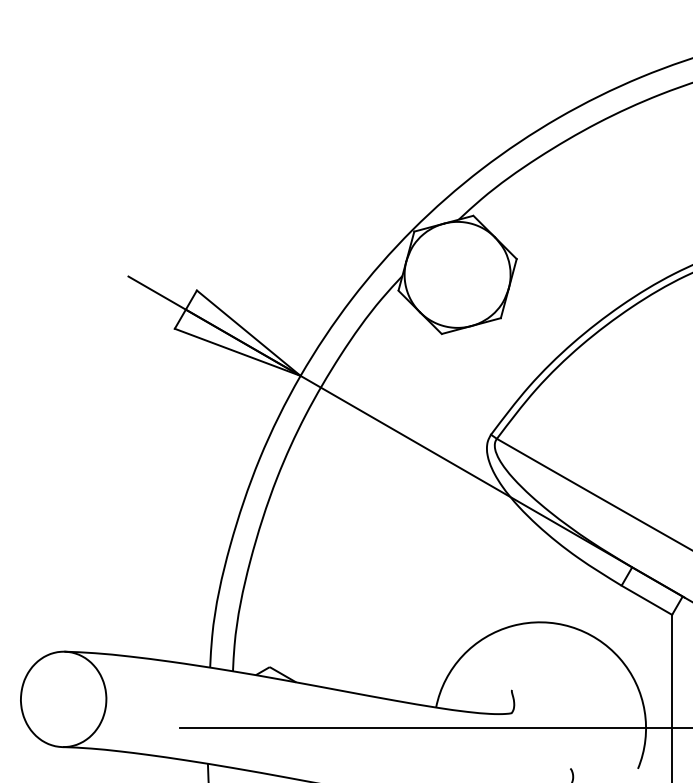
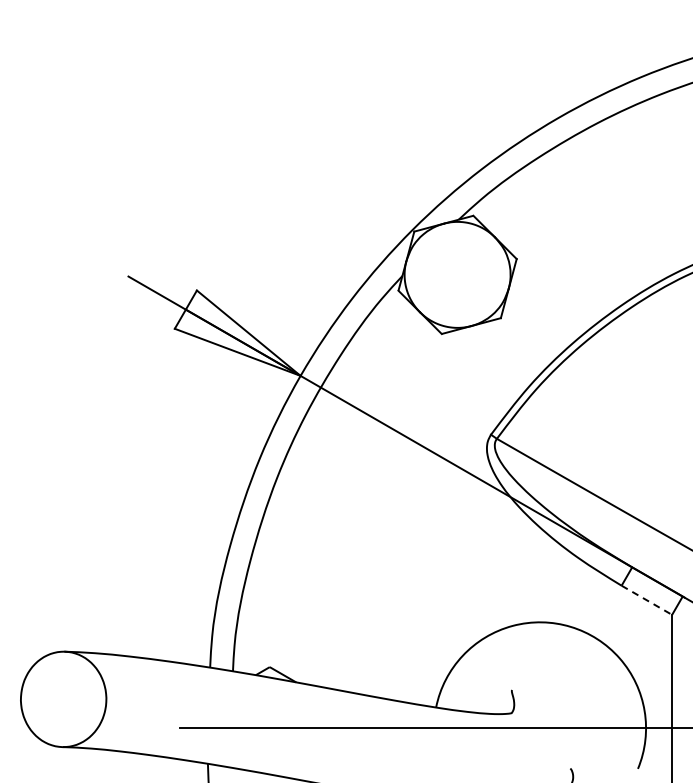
line at (647, 600): solid -> dashed
